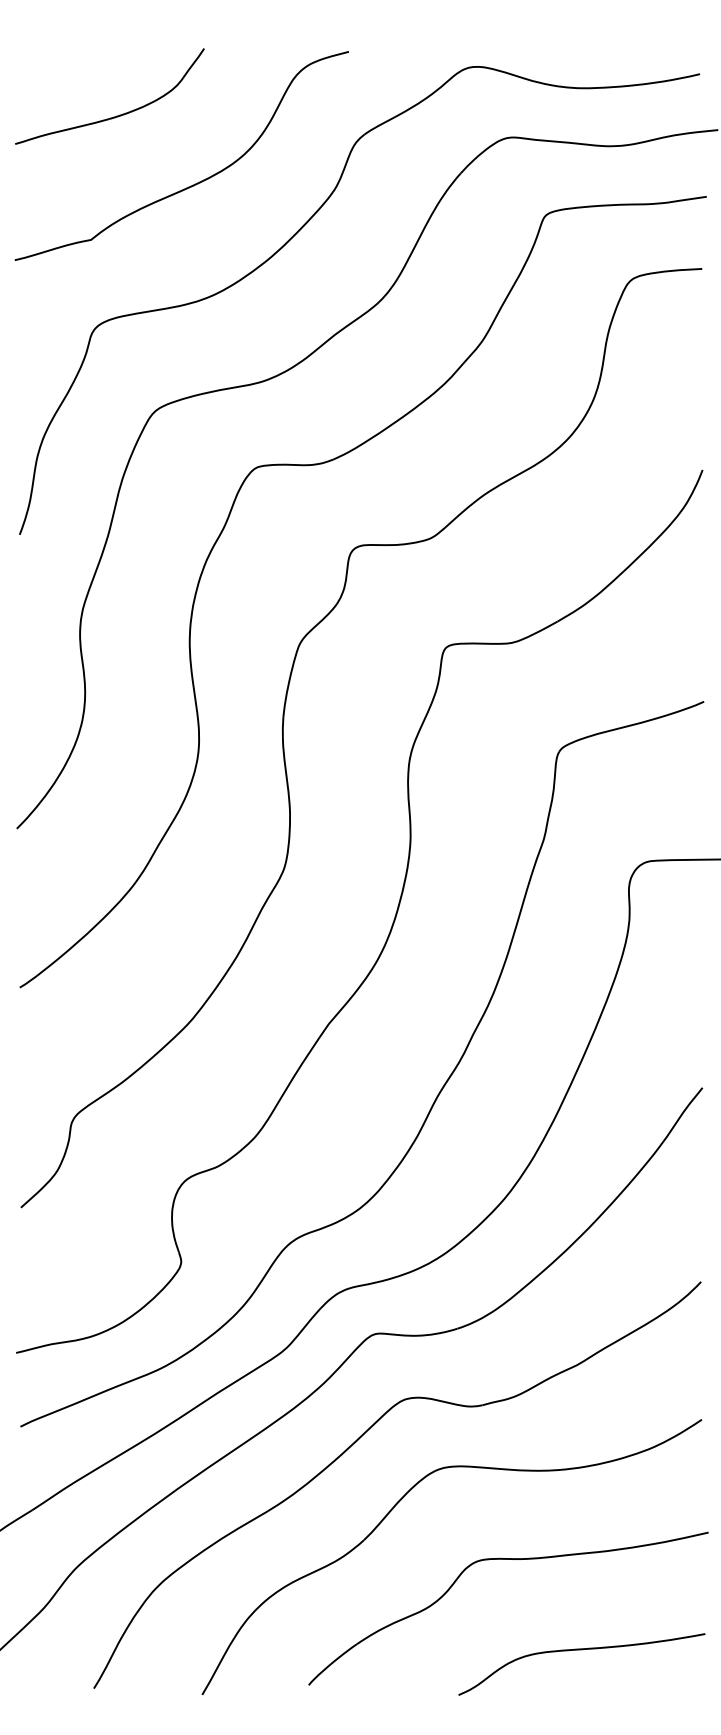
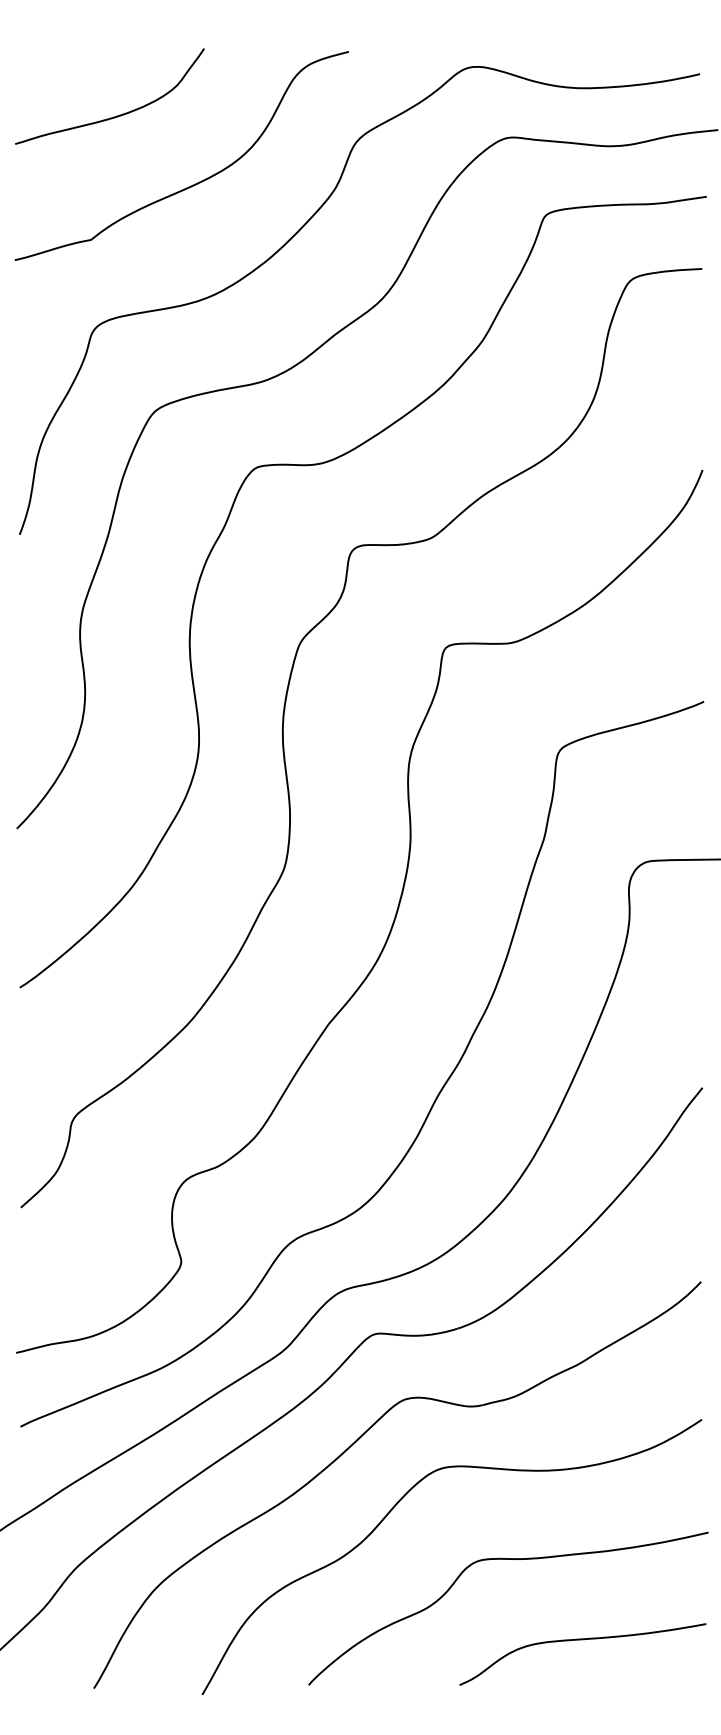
curve at (581, 1650) position: (581, 1650) -> (582, 1640)
